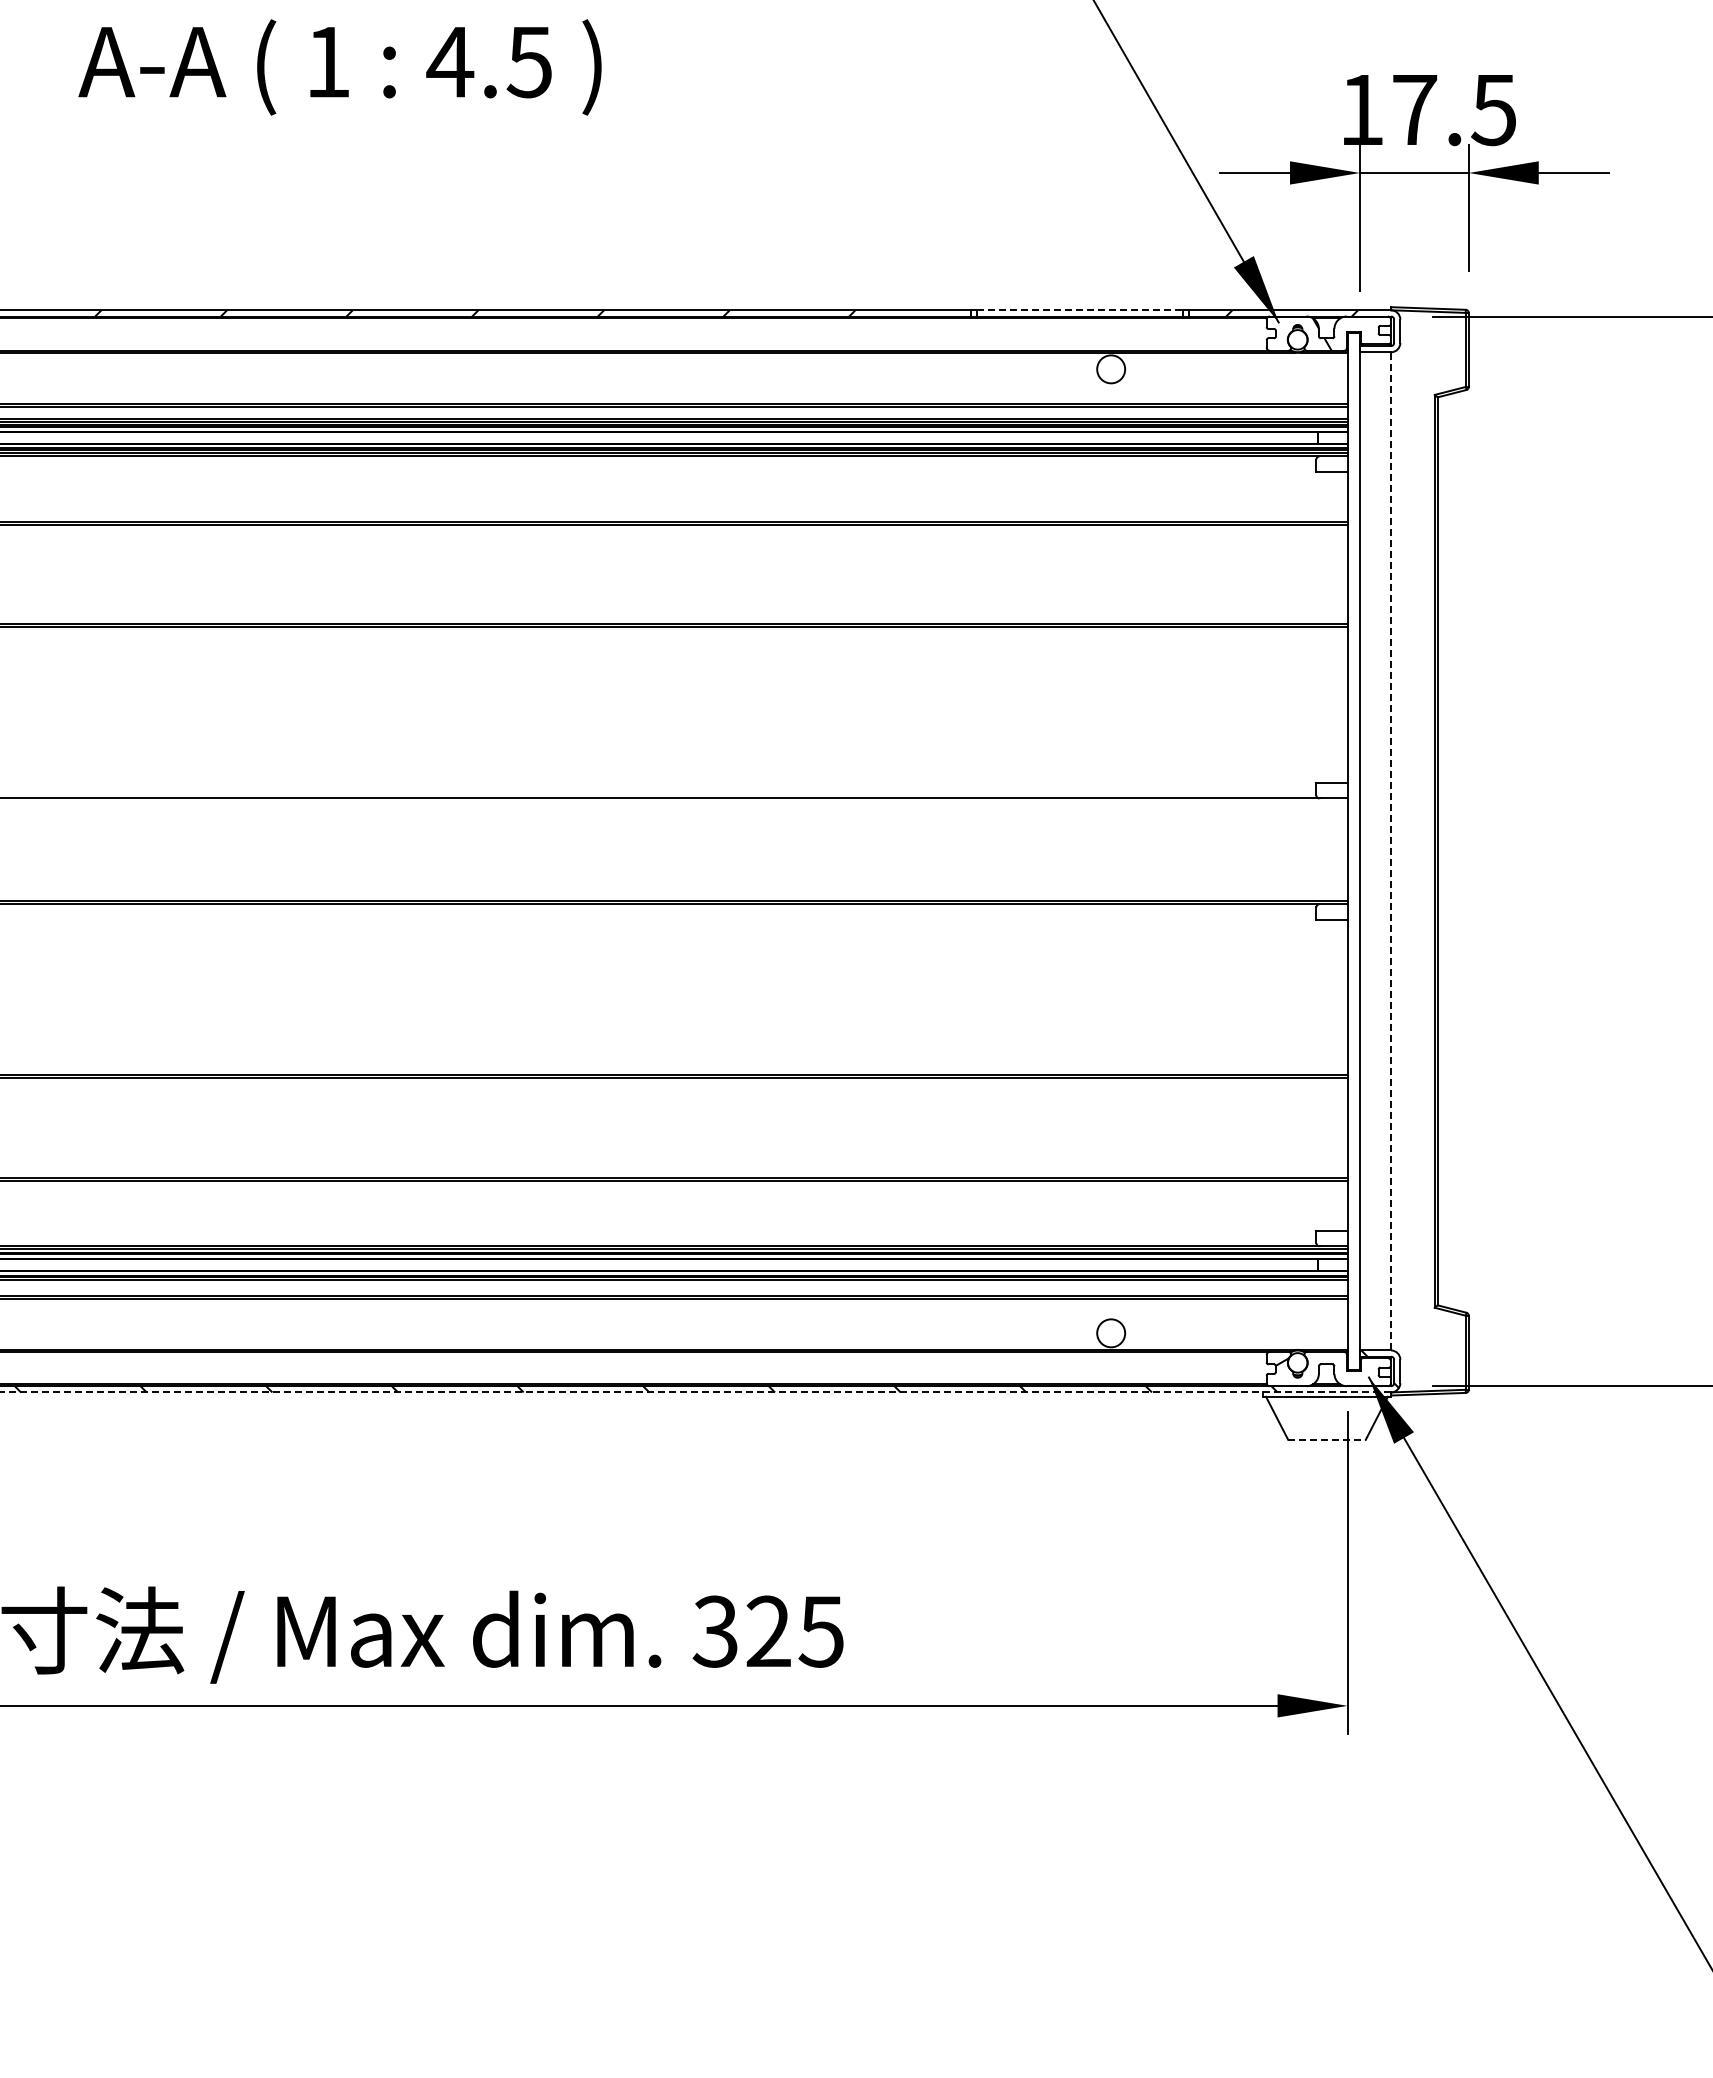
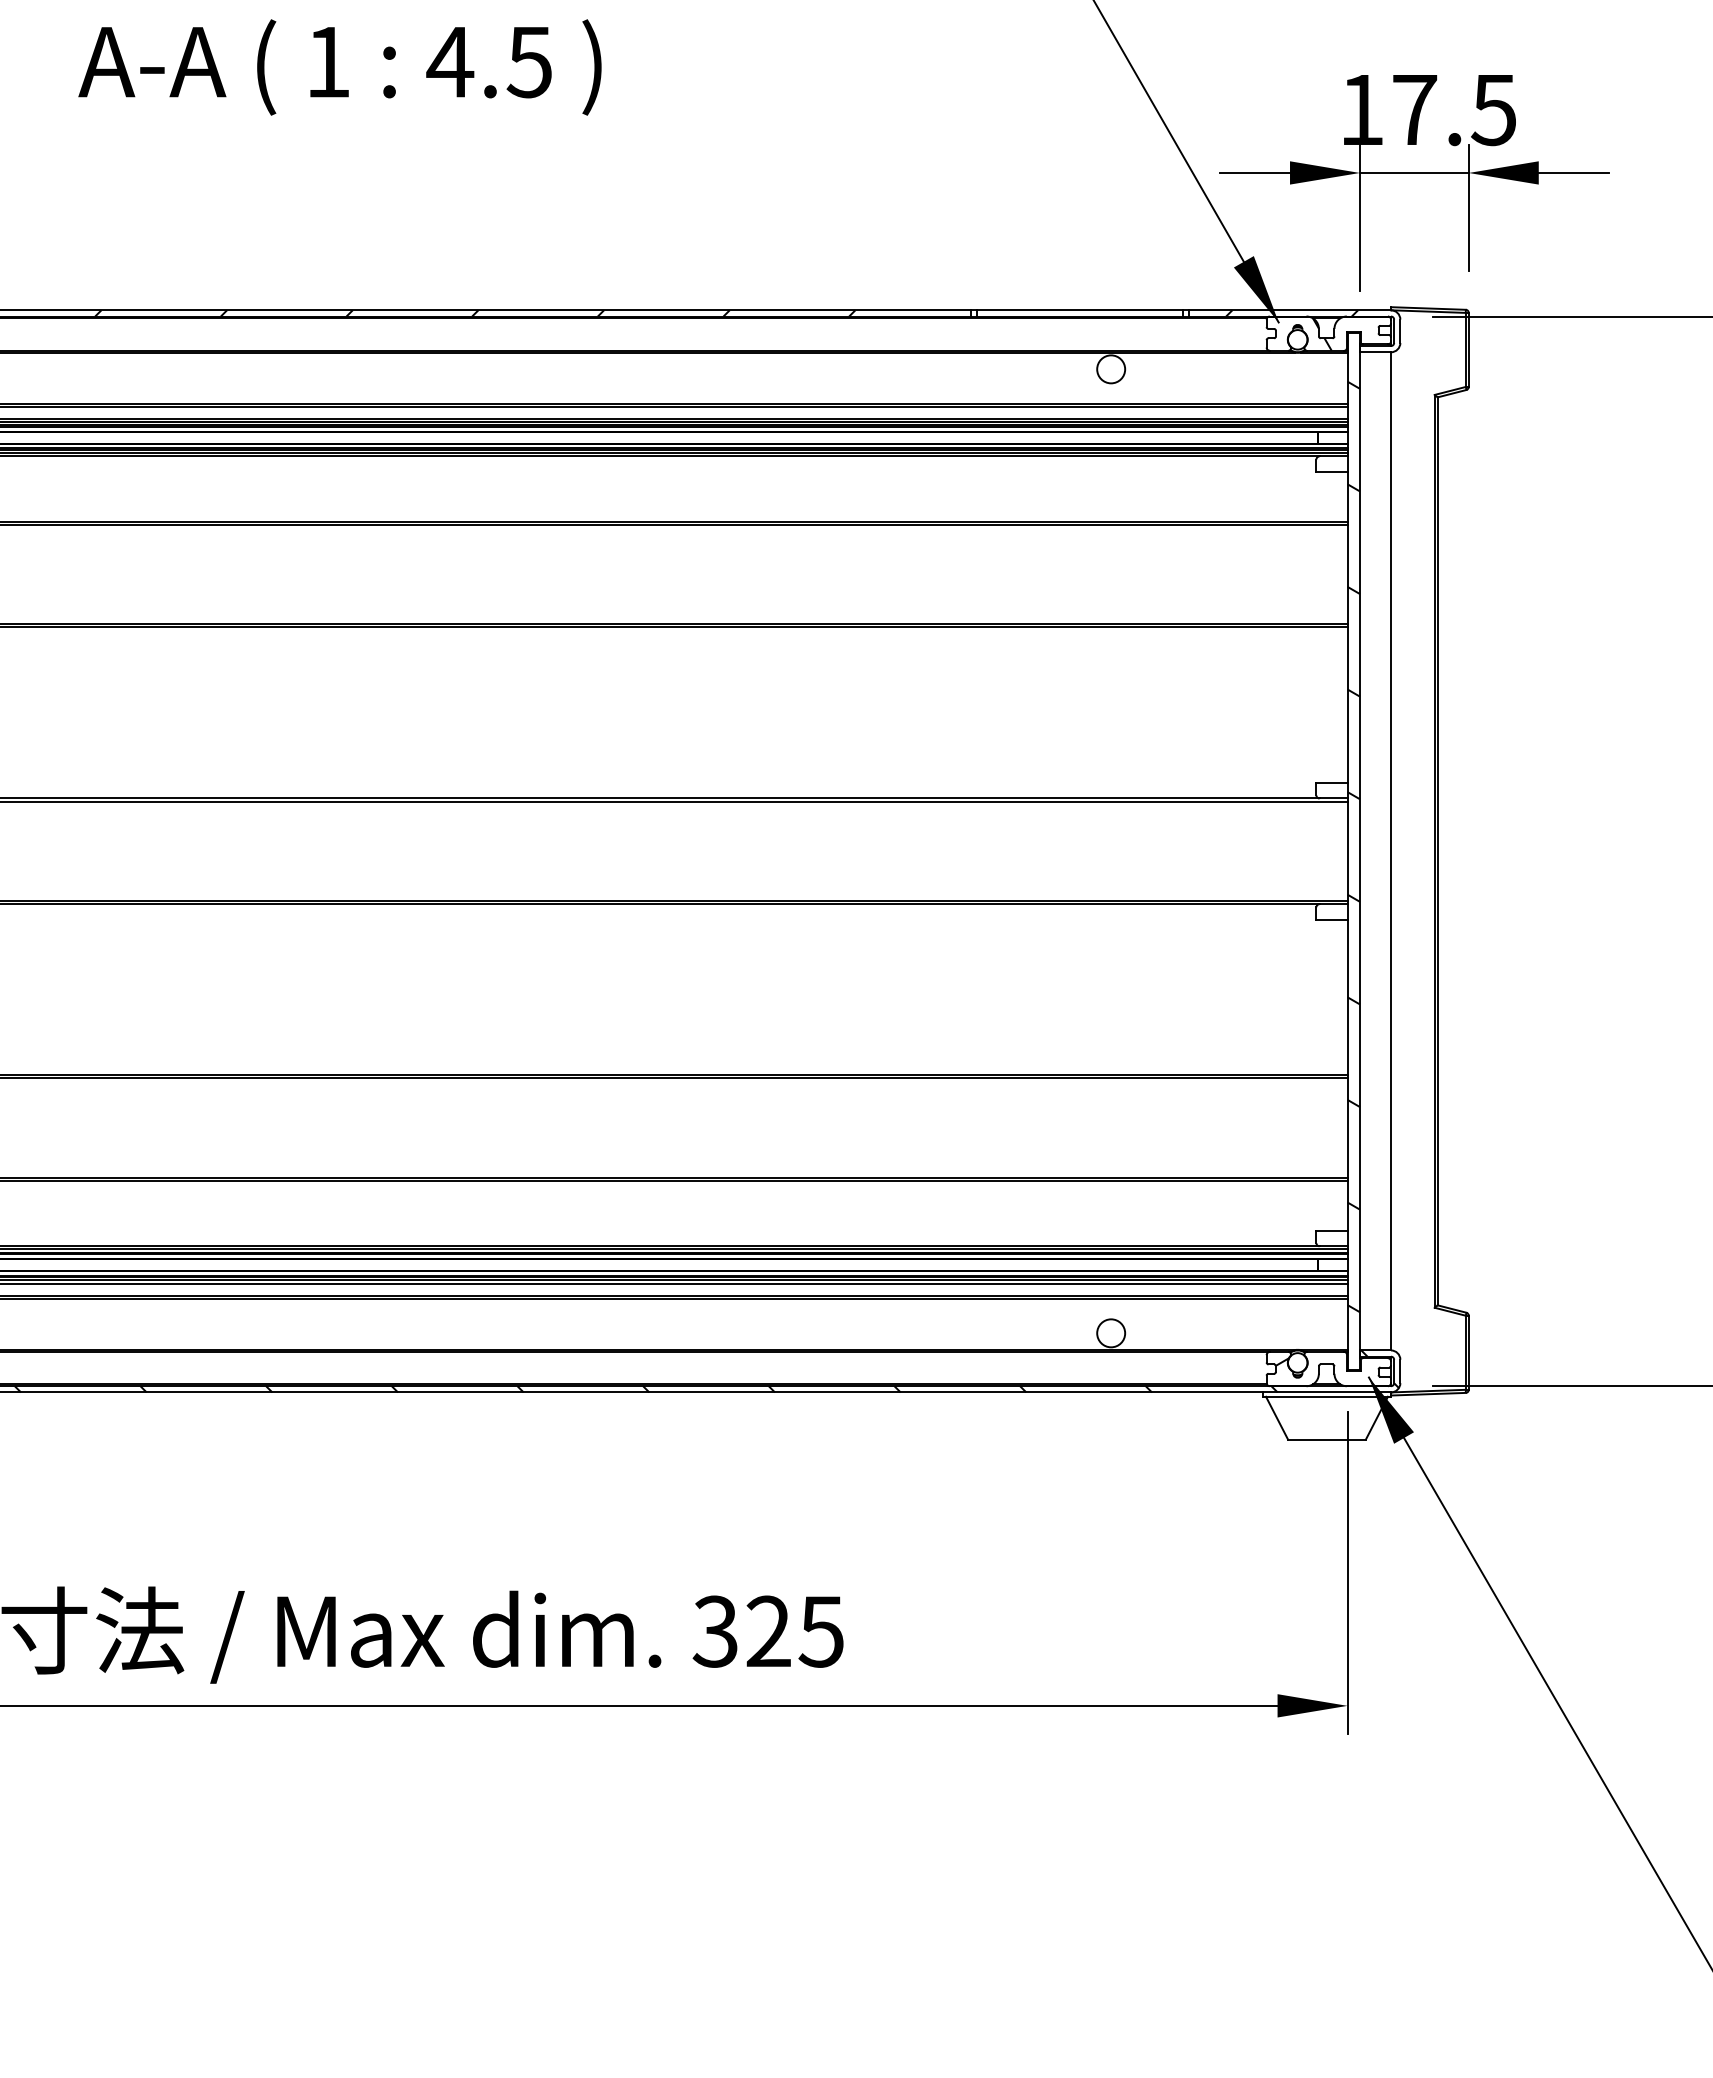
line at (1080, 310): dashed -> solid
line at (674, 801): none -> present
hatch at (1353, 846): none -> present
line at (1391, 850): dashed -> solid
line at (674, 1283): none -> present
line at (696, 1392): dashed -> solid
line at (1326, 1439): dashed -> solid
